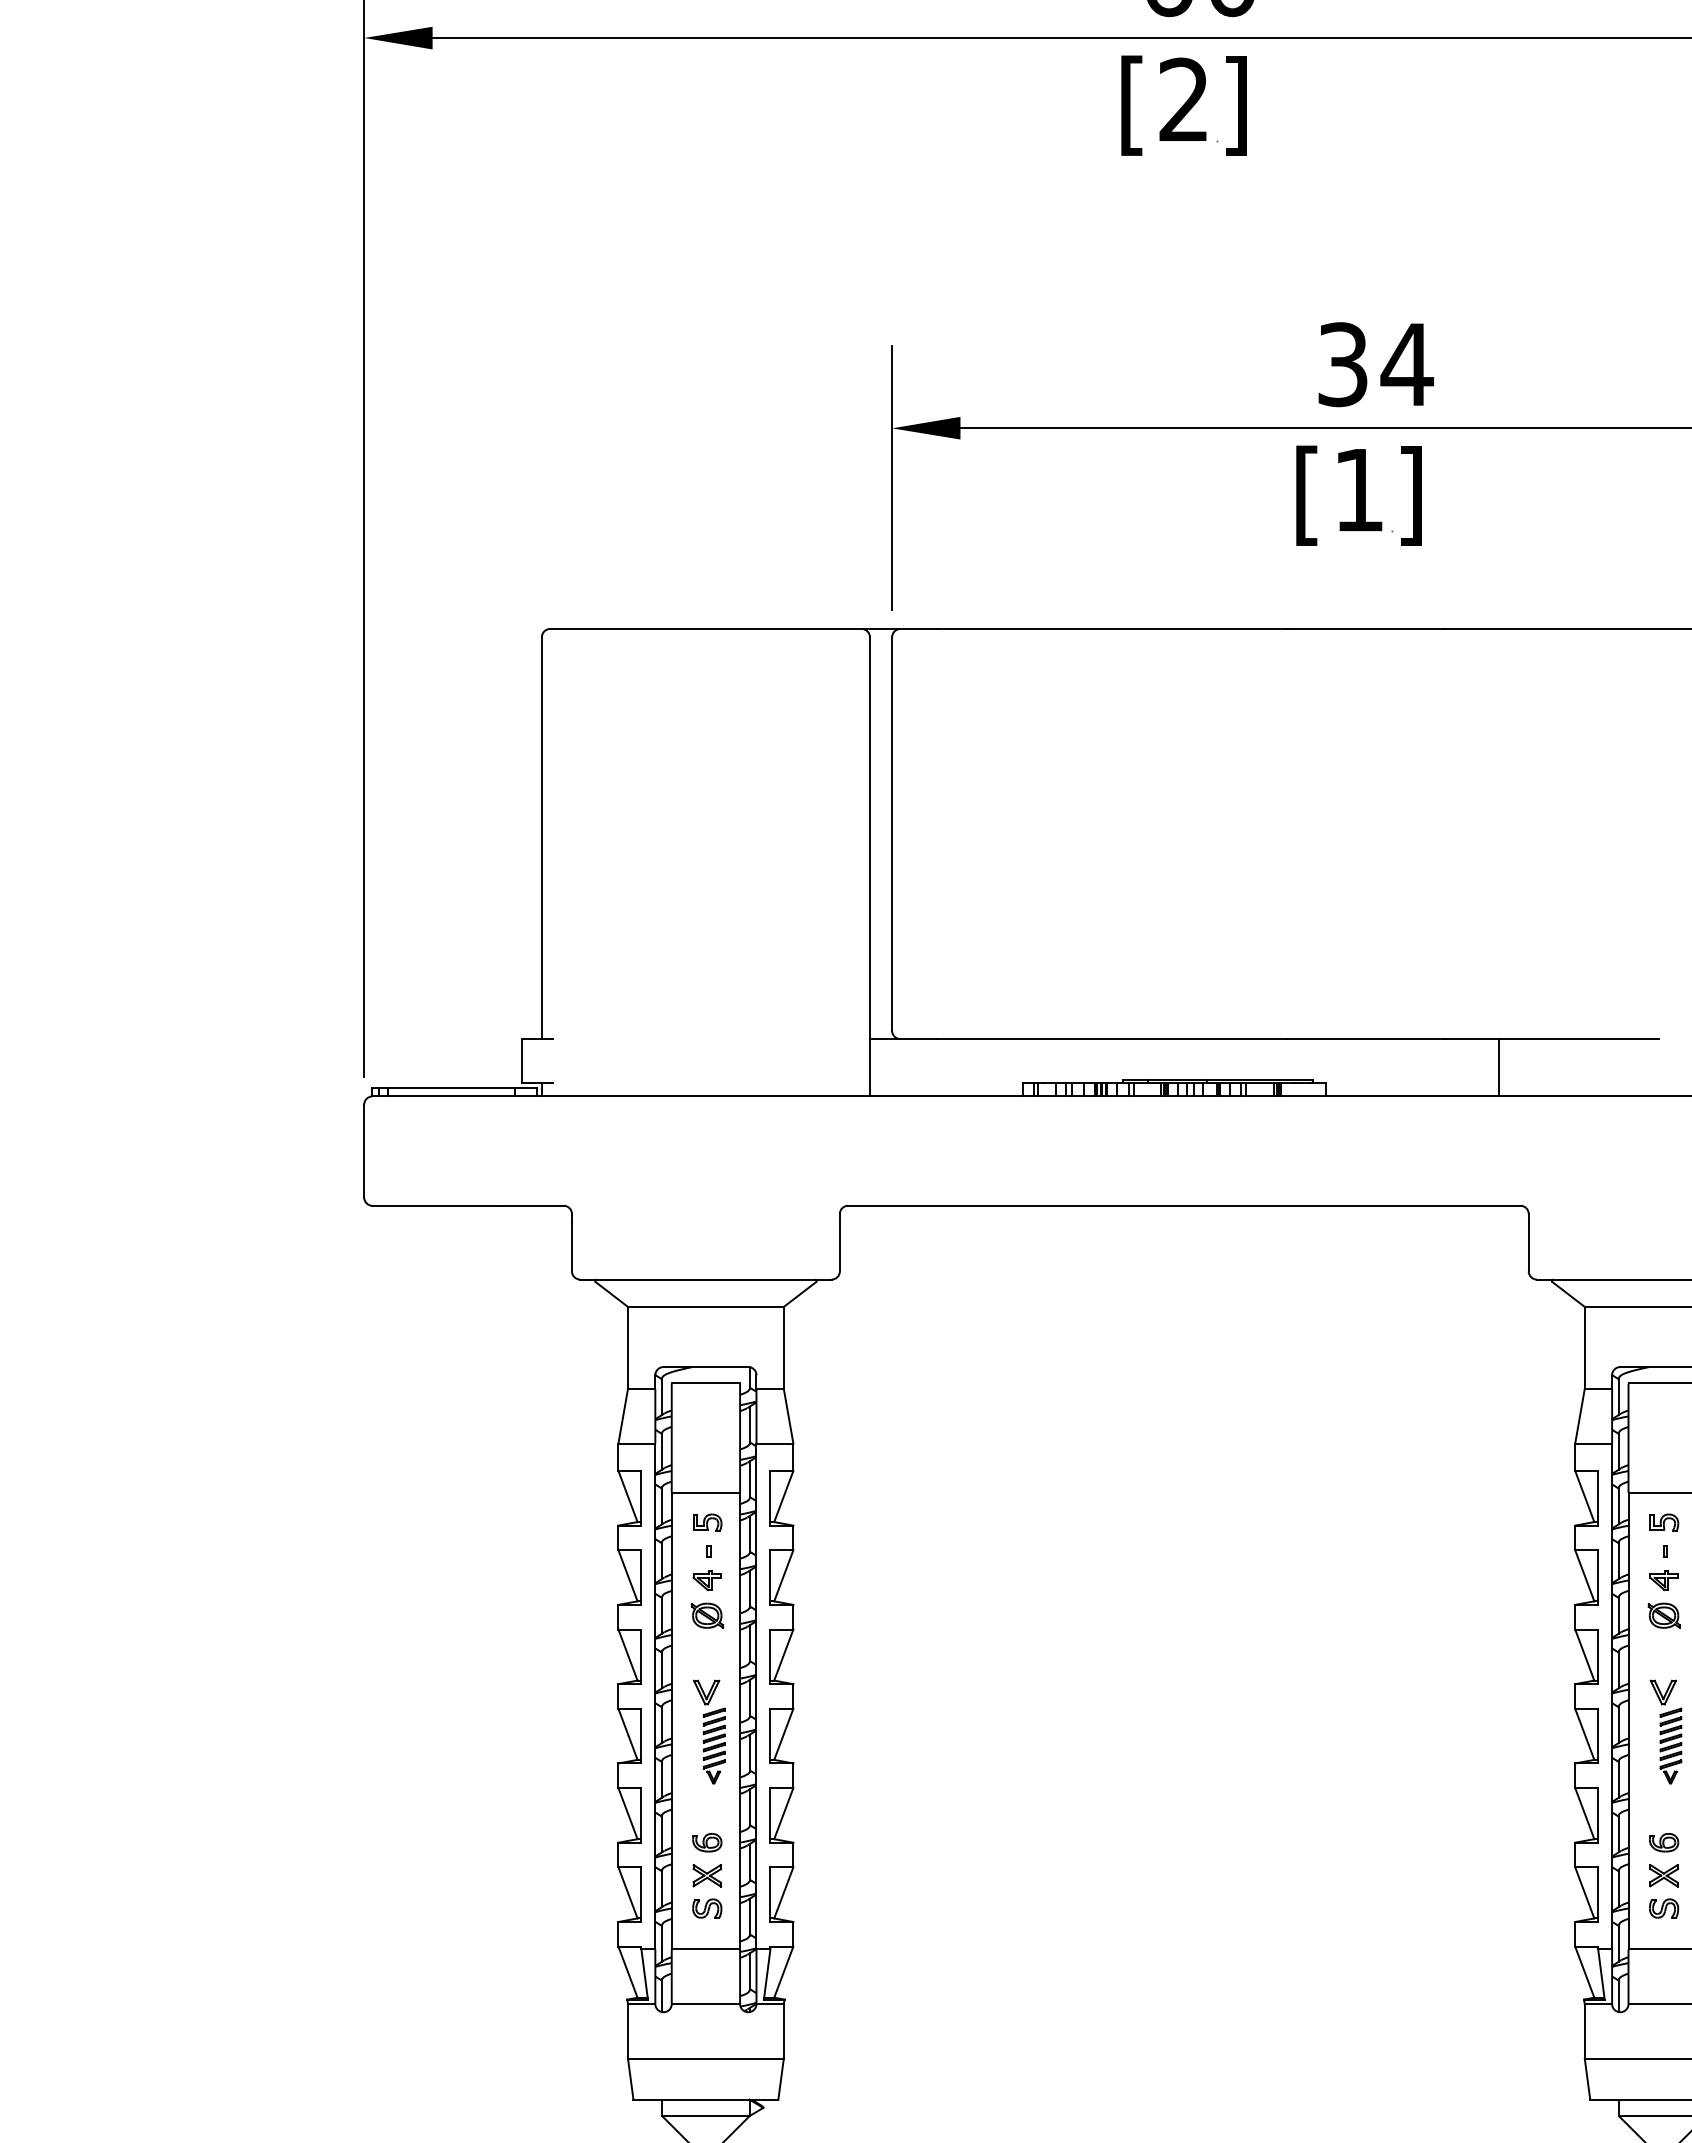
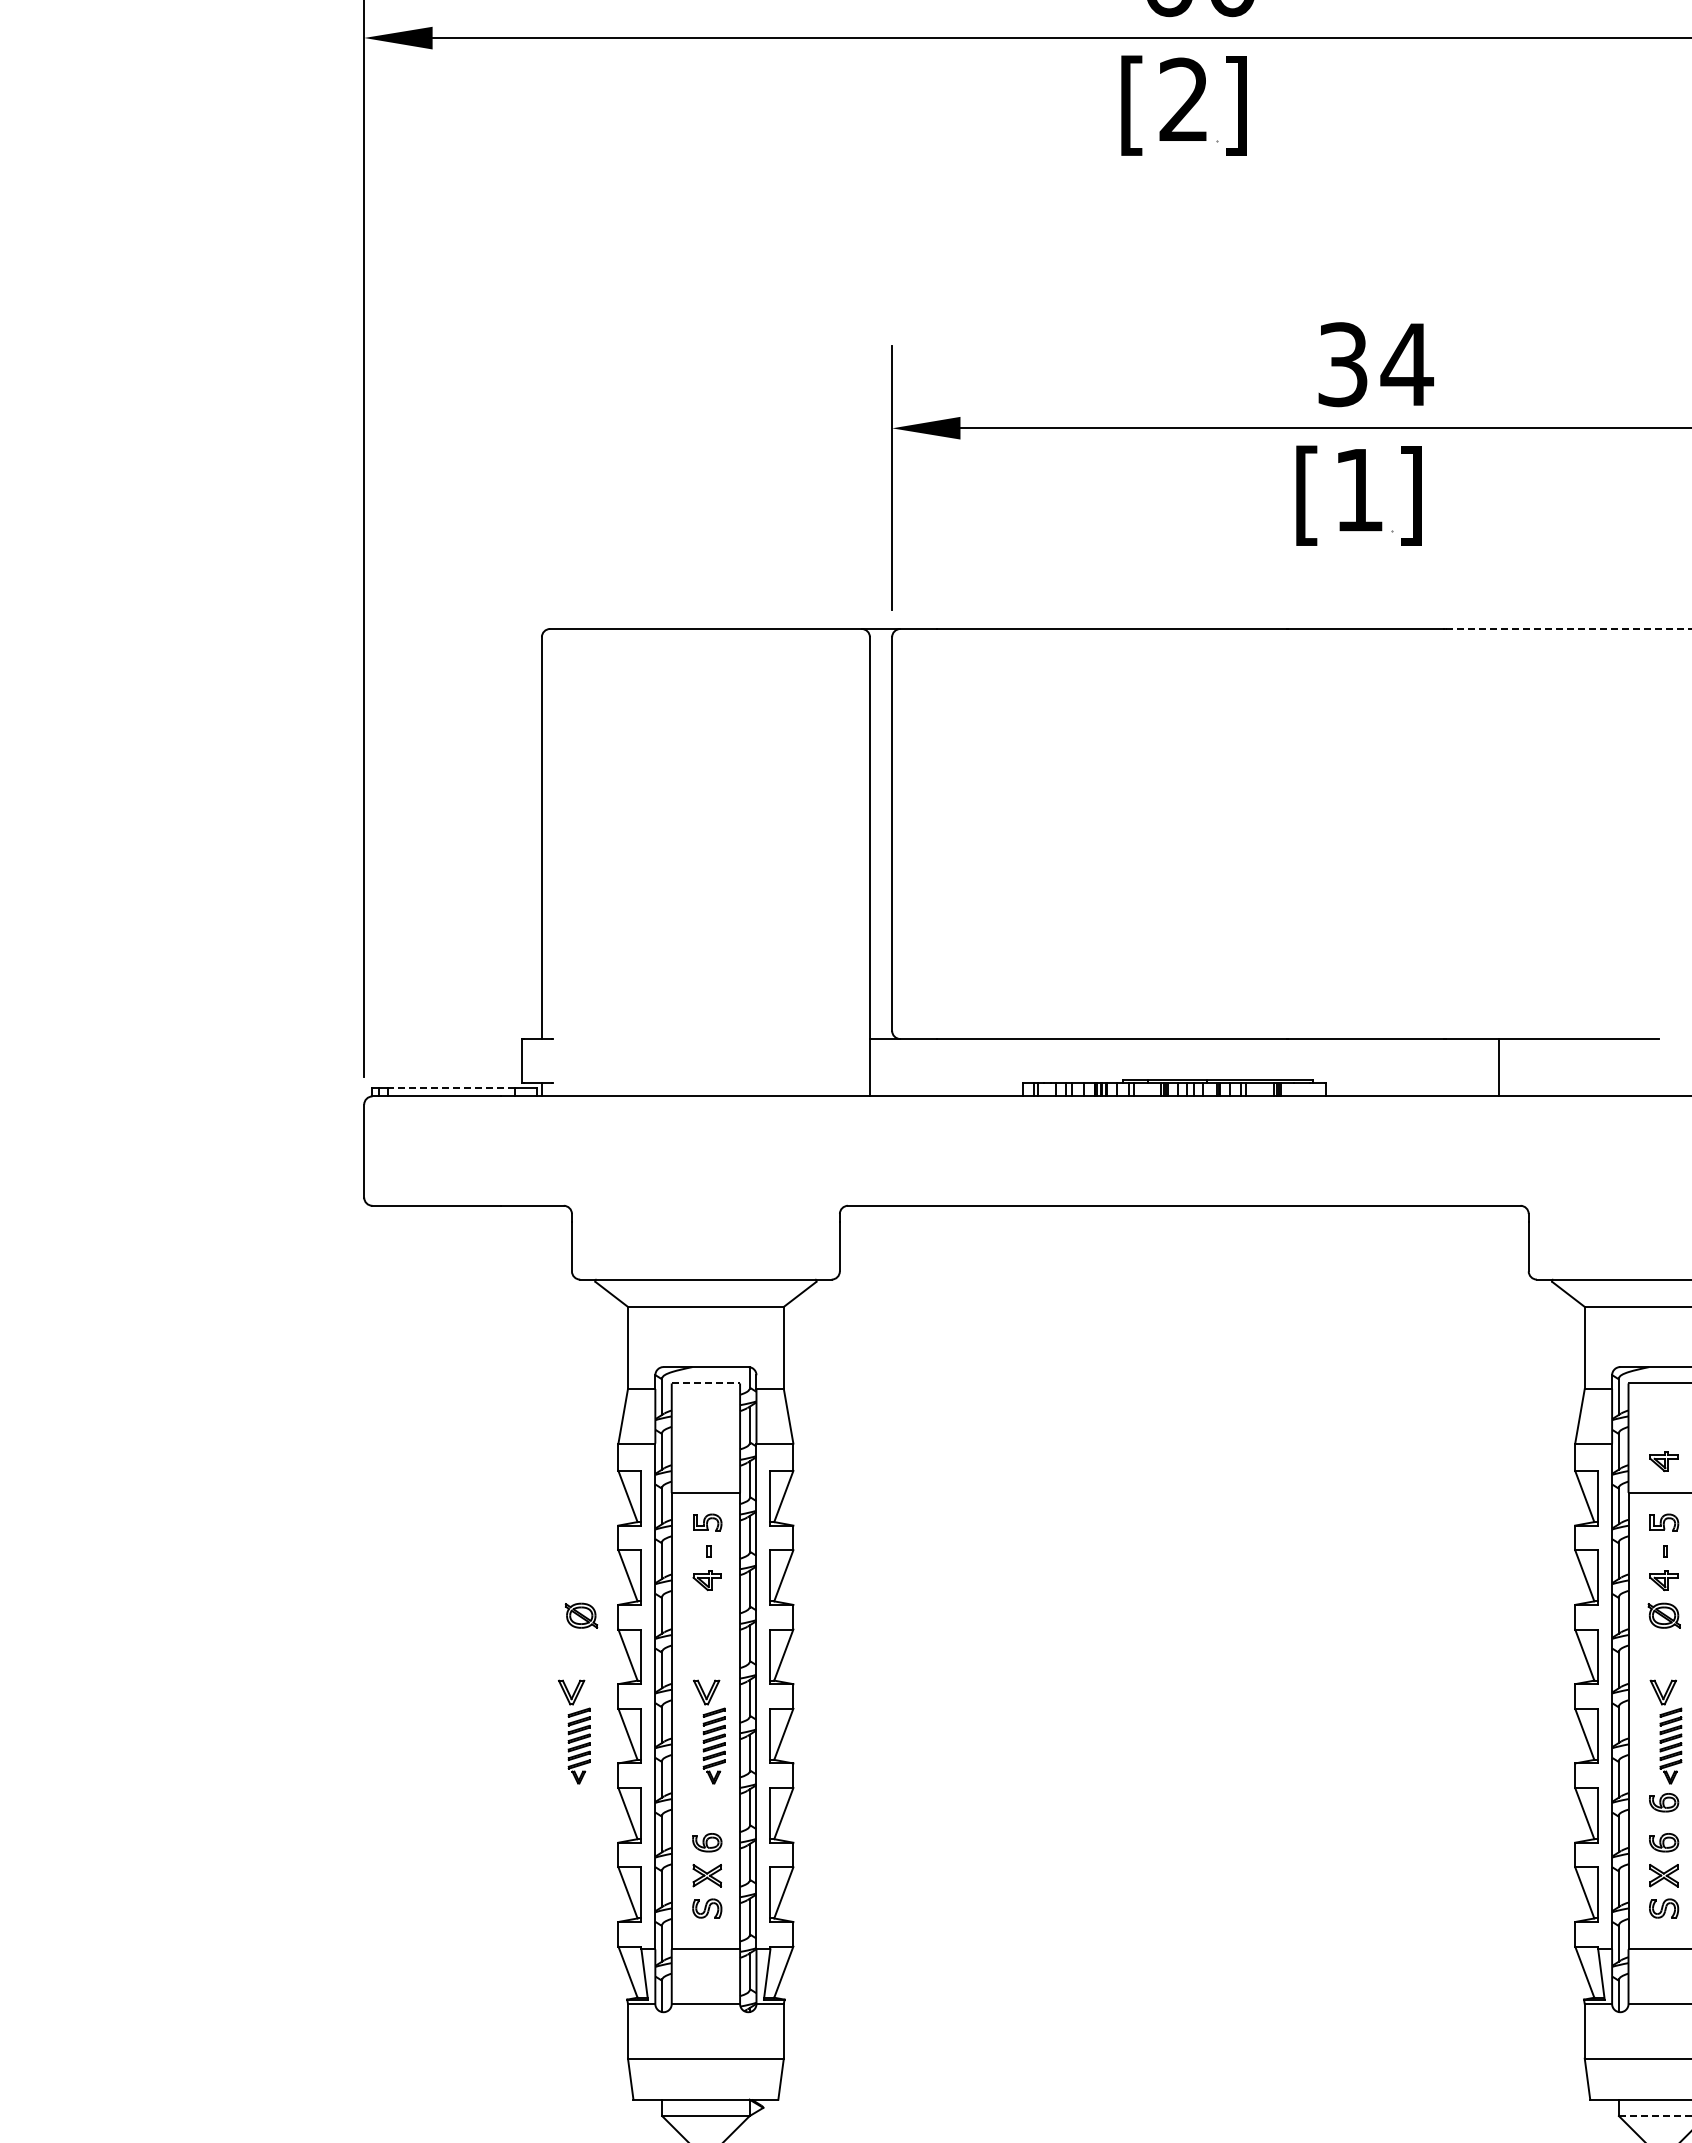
line at (1568, 629): solid -> dashed
line at (451, 1088): solid -> dashed
line at (706, 1383): solid -> dashed
part at (1663, 1461): none -> present
part at (707, 1615) position: (707, 1615) -> (581, 1615)
part at (574, 1731): none -> present
part at (1664, 1802): none -> present
line at (1655, 2116): solid -> dashed
